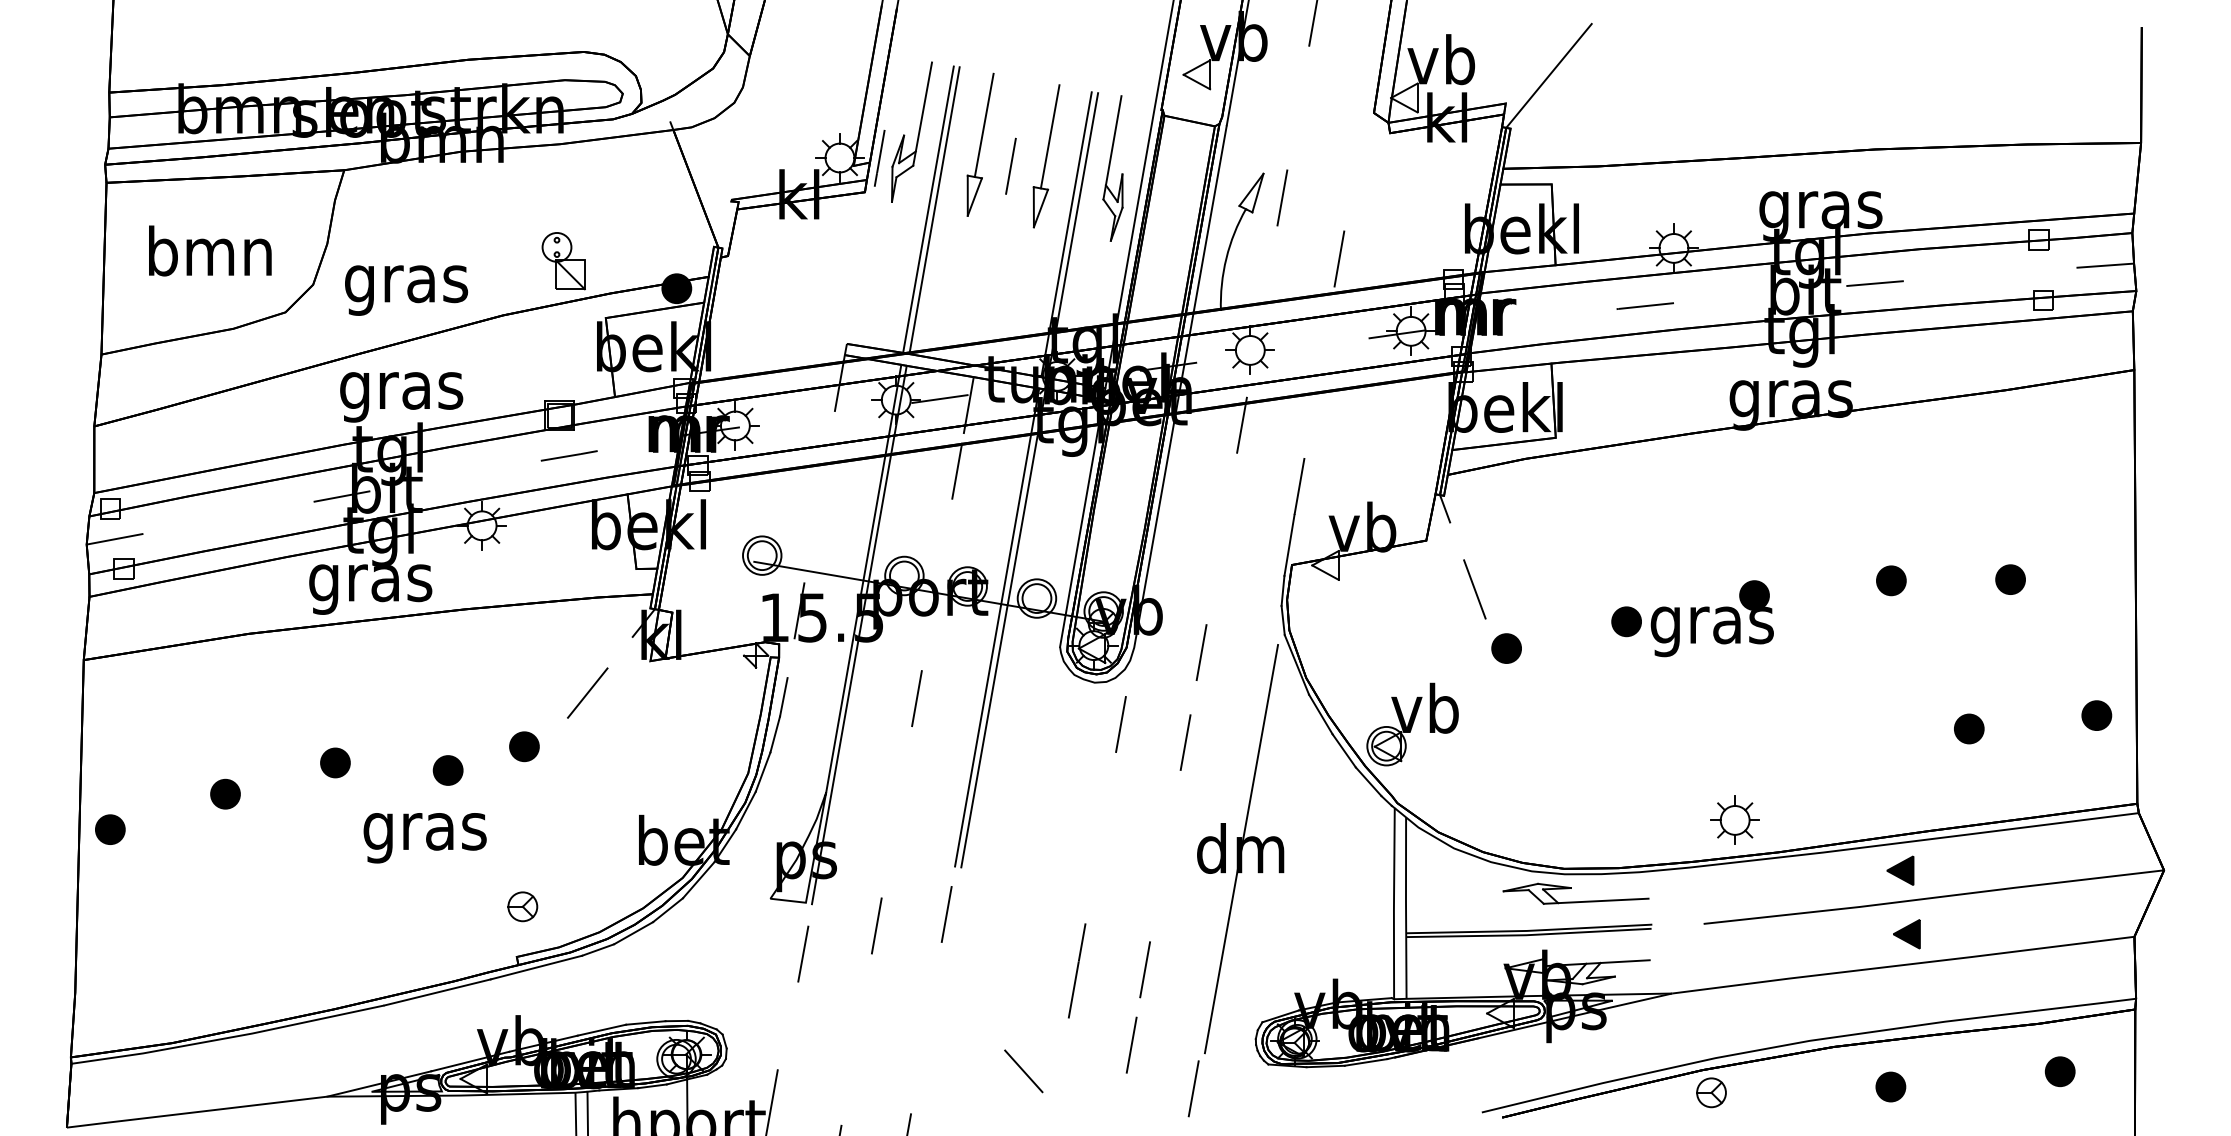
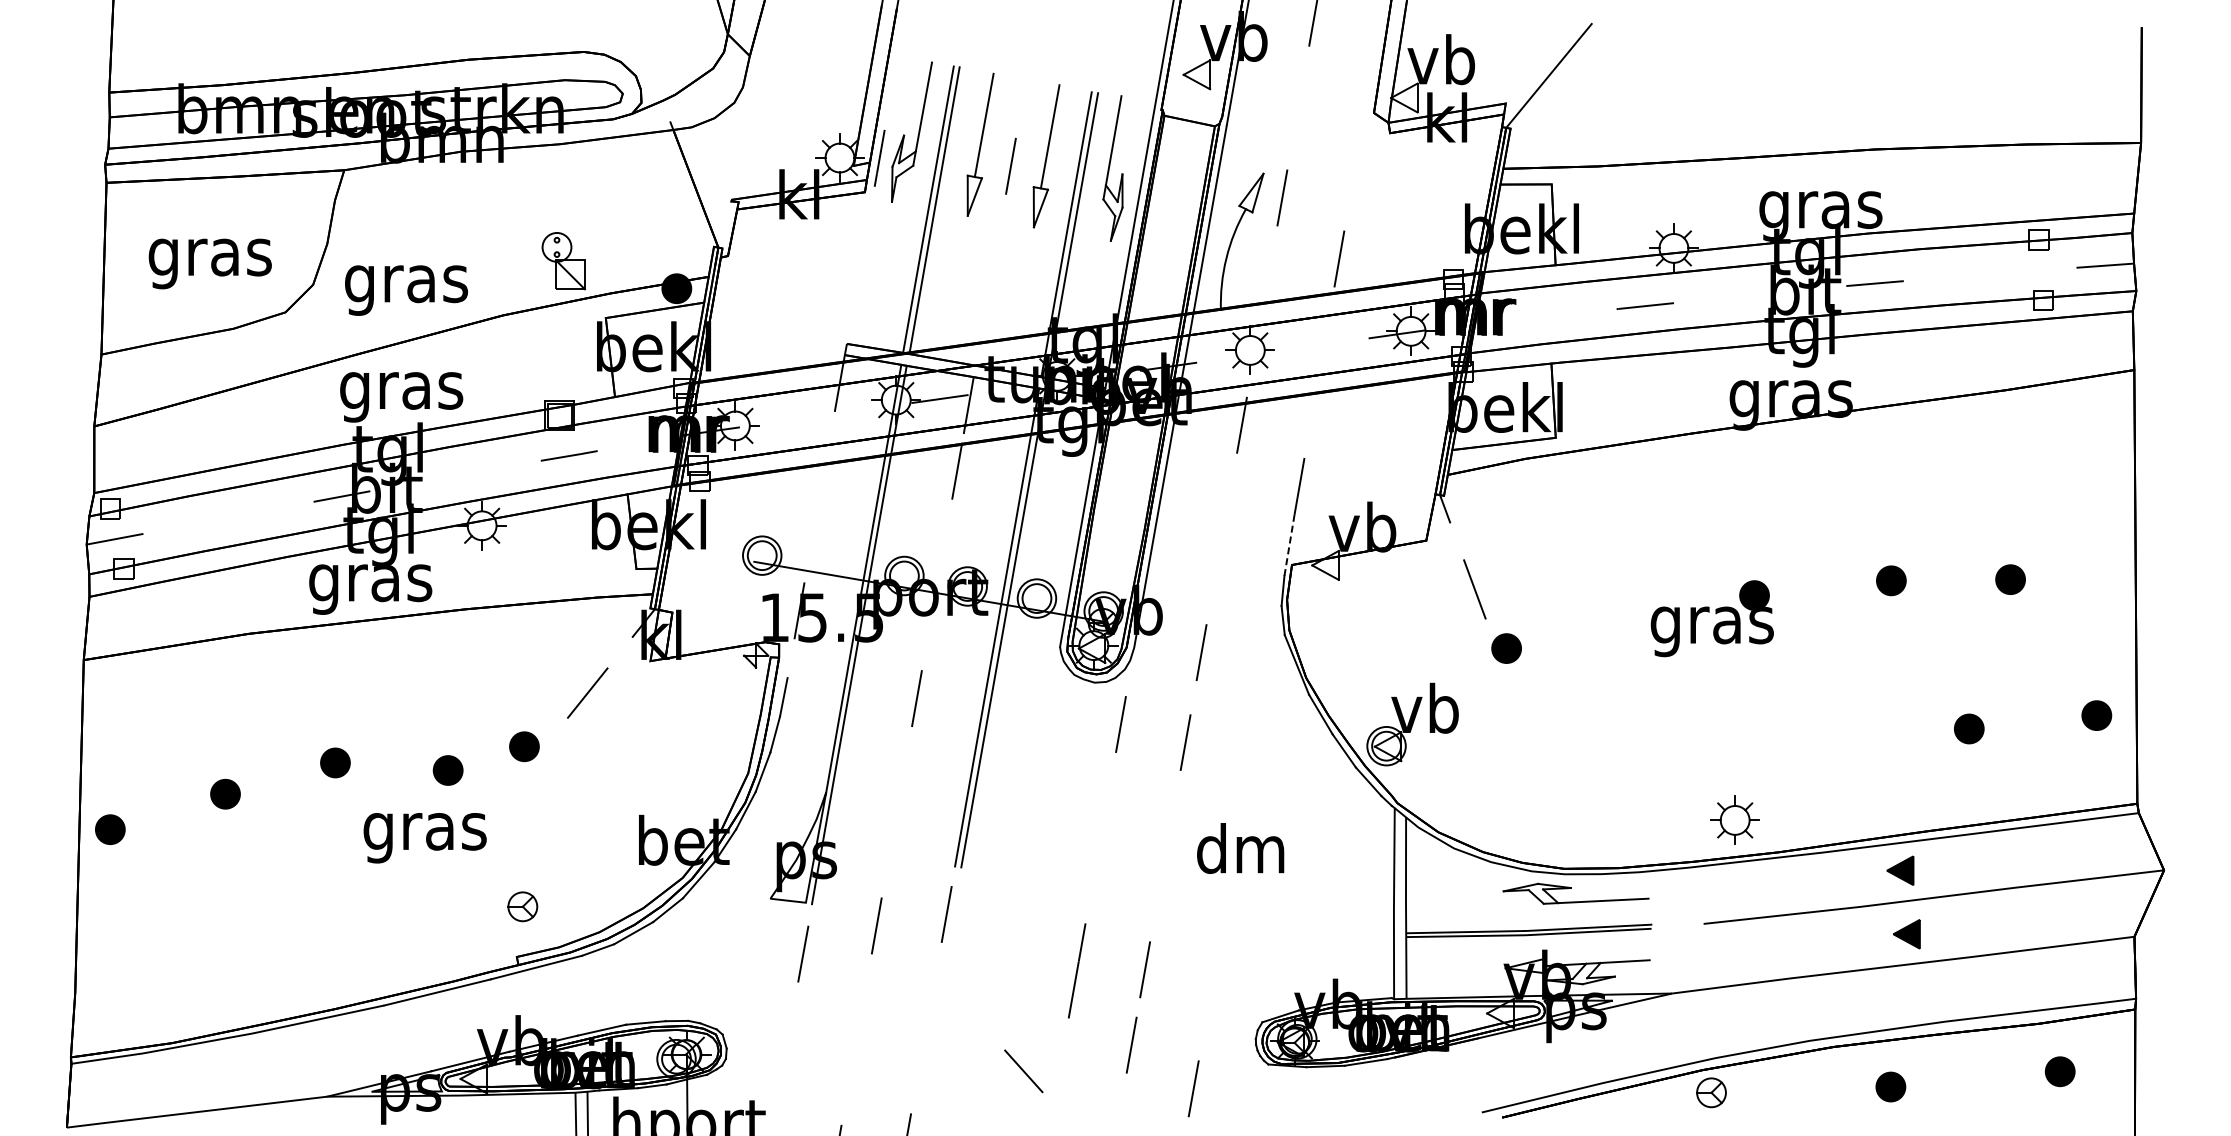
text at (209, 257): bmn -> gras
line at (1289, 545): solid -> dashed
part at (1626, 621): present -> none
line at (1241, 848): present -> none
line at (771, 1101): present -> none
